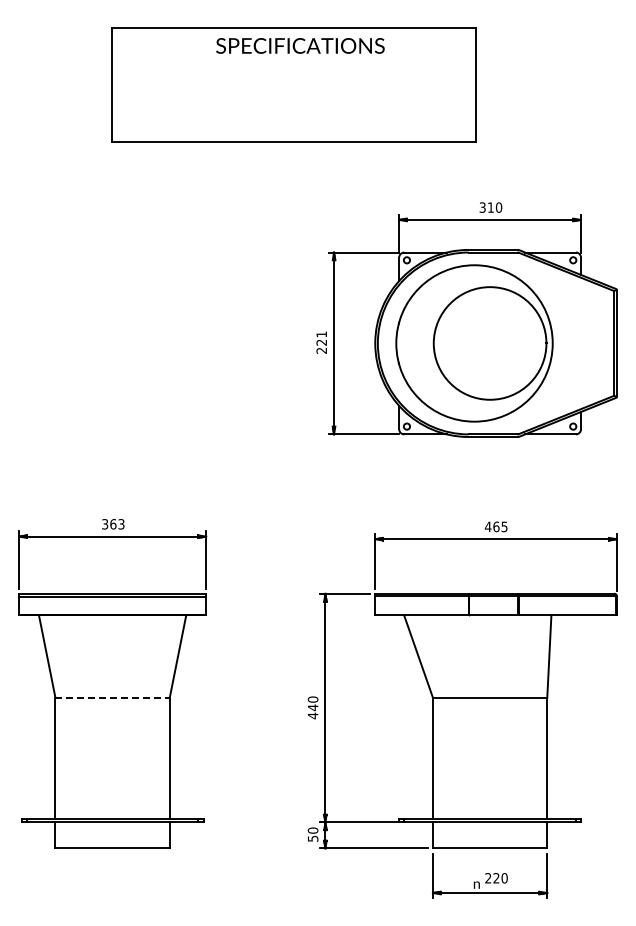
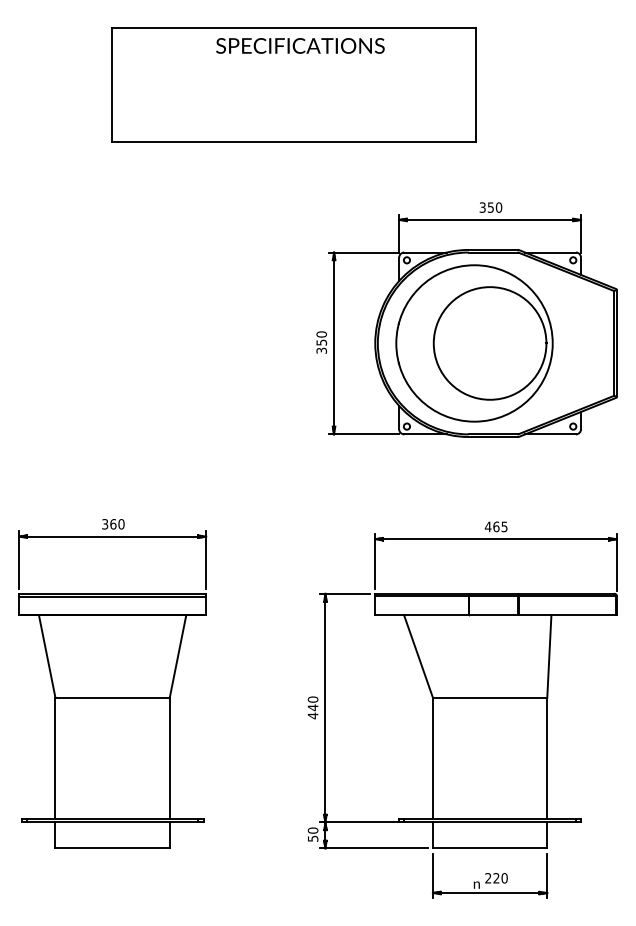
text at (490, 207): 310 -> 350
text at (321, 342): 221 -> 350
text at (121, 524): 363 -> 360
line at (113, 697): dashed -> solid
